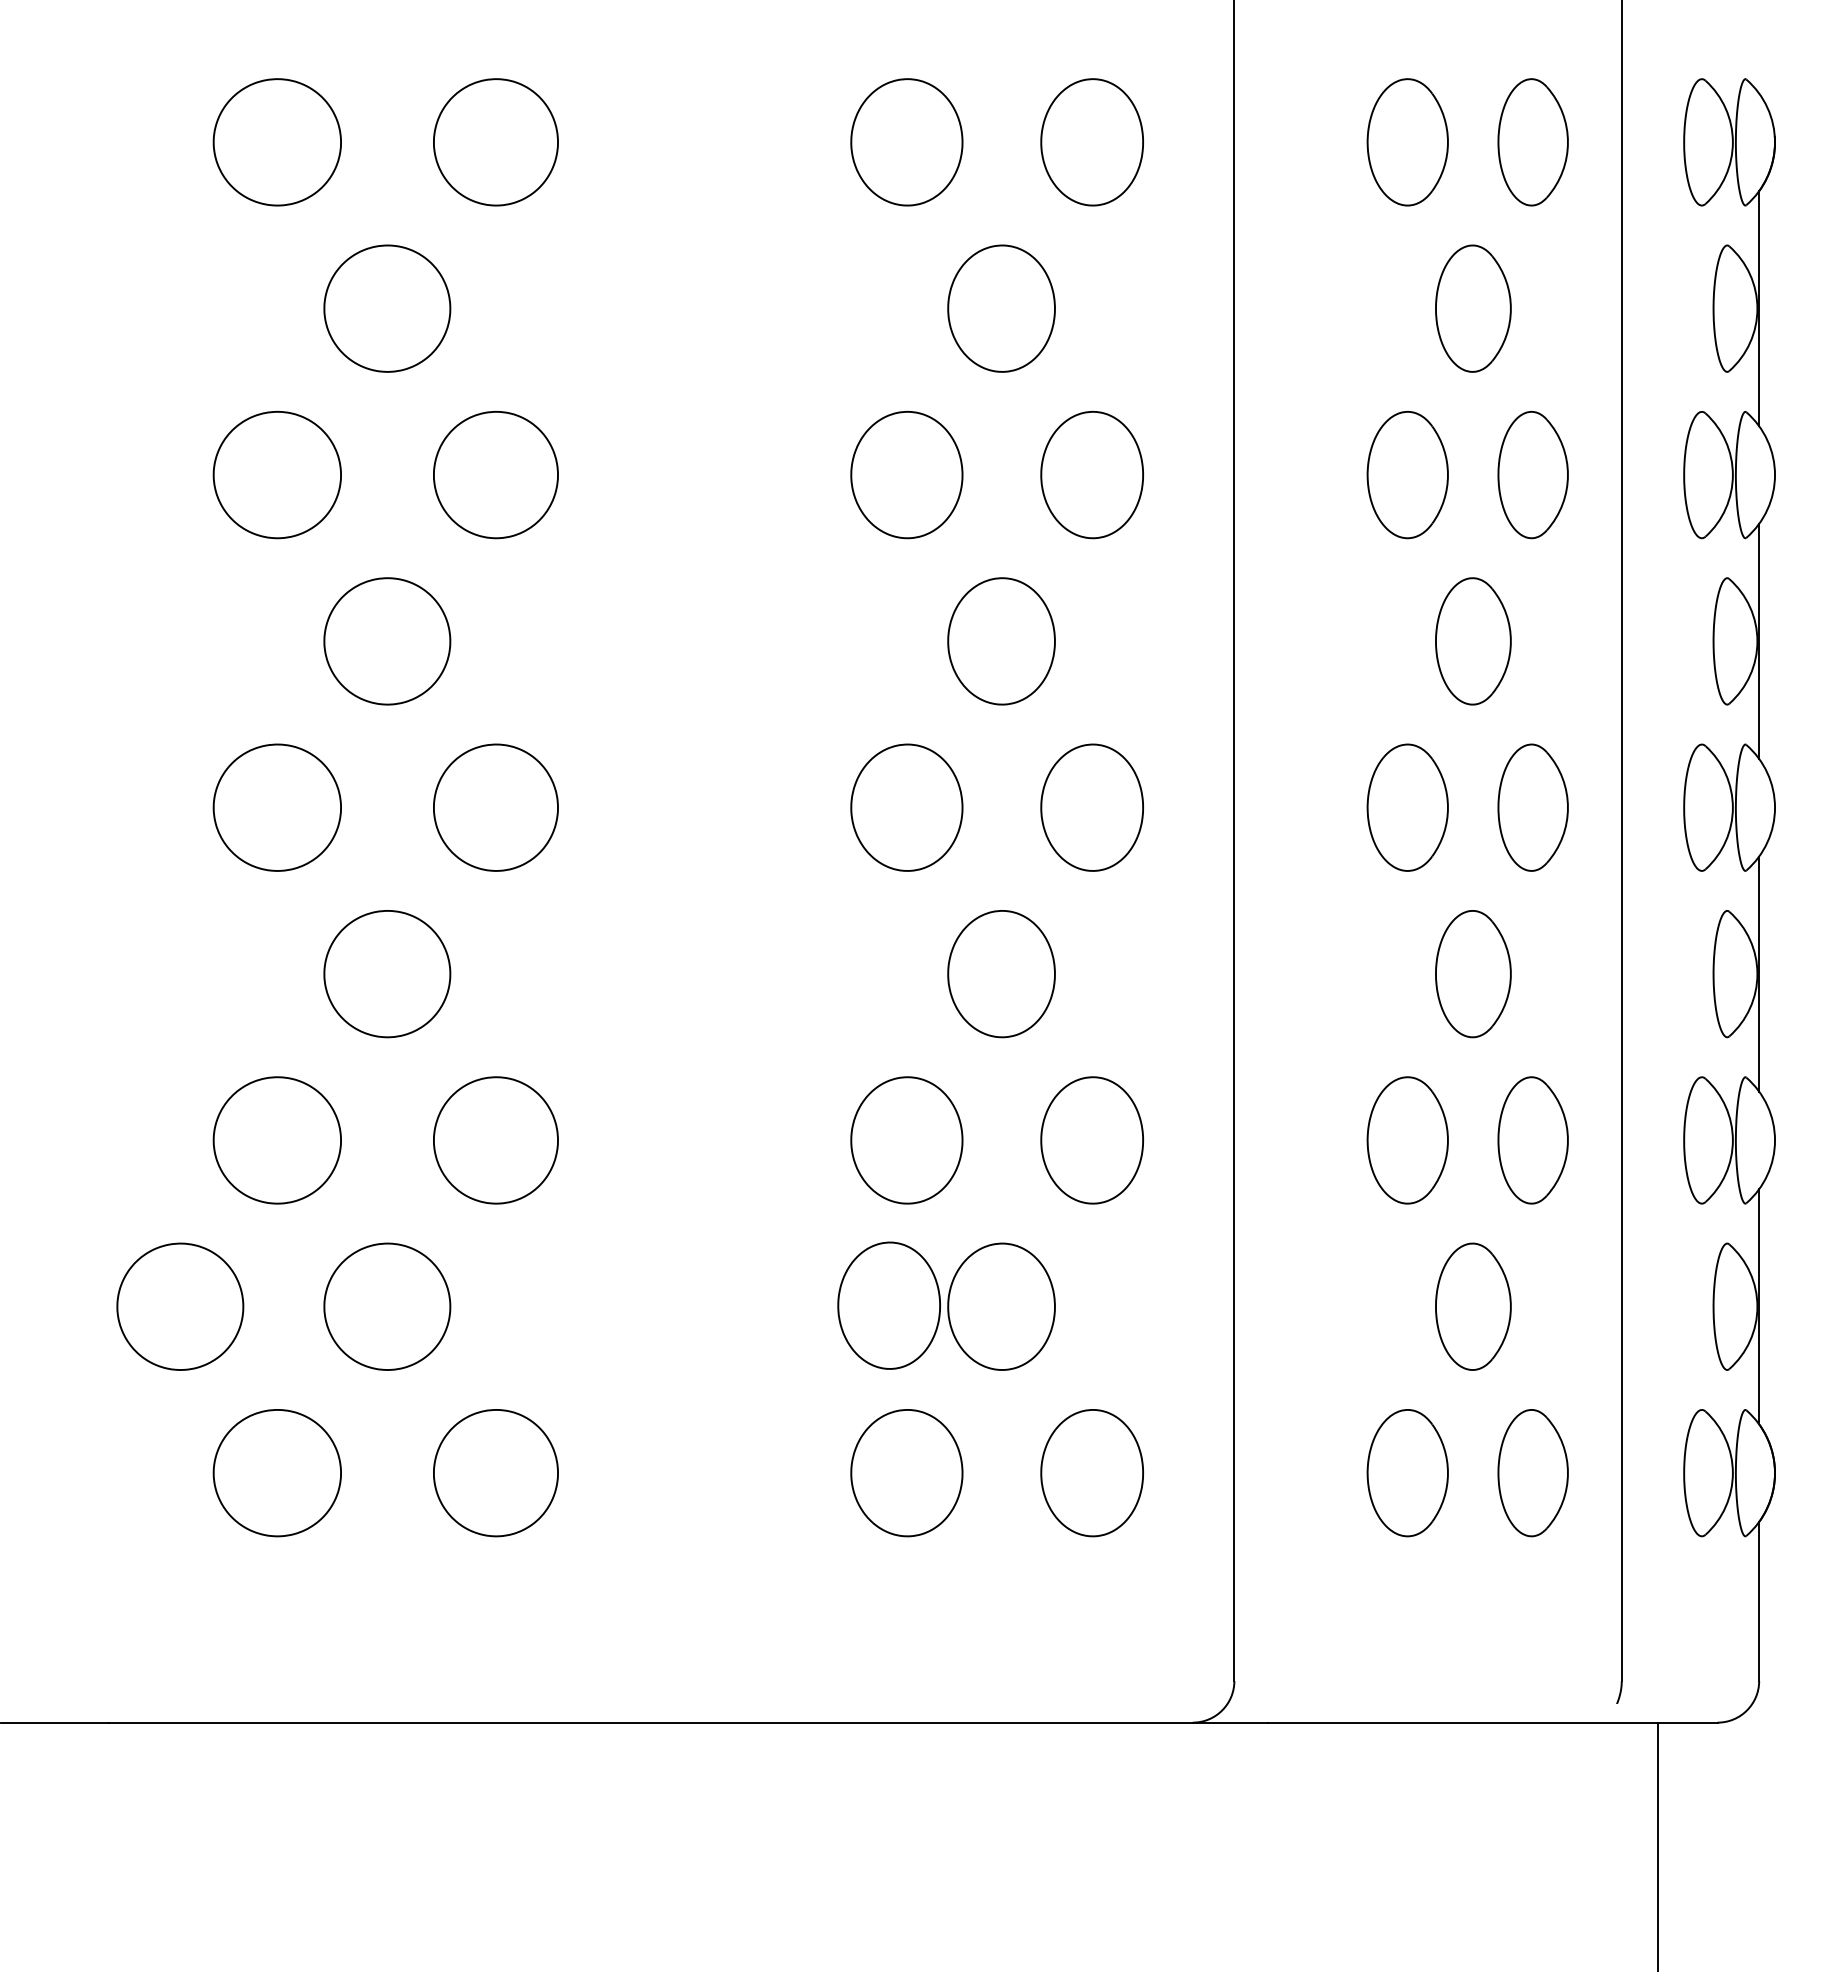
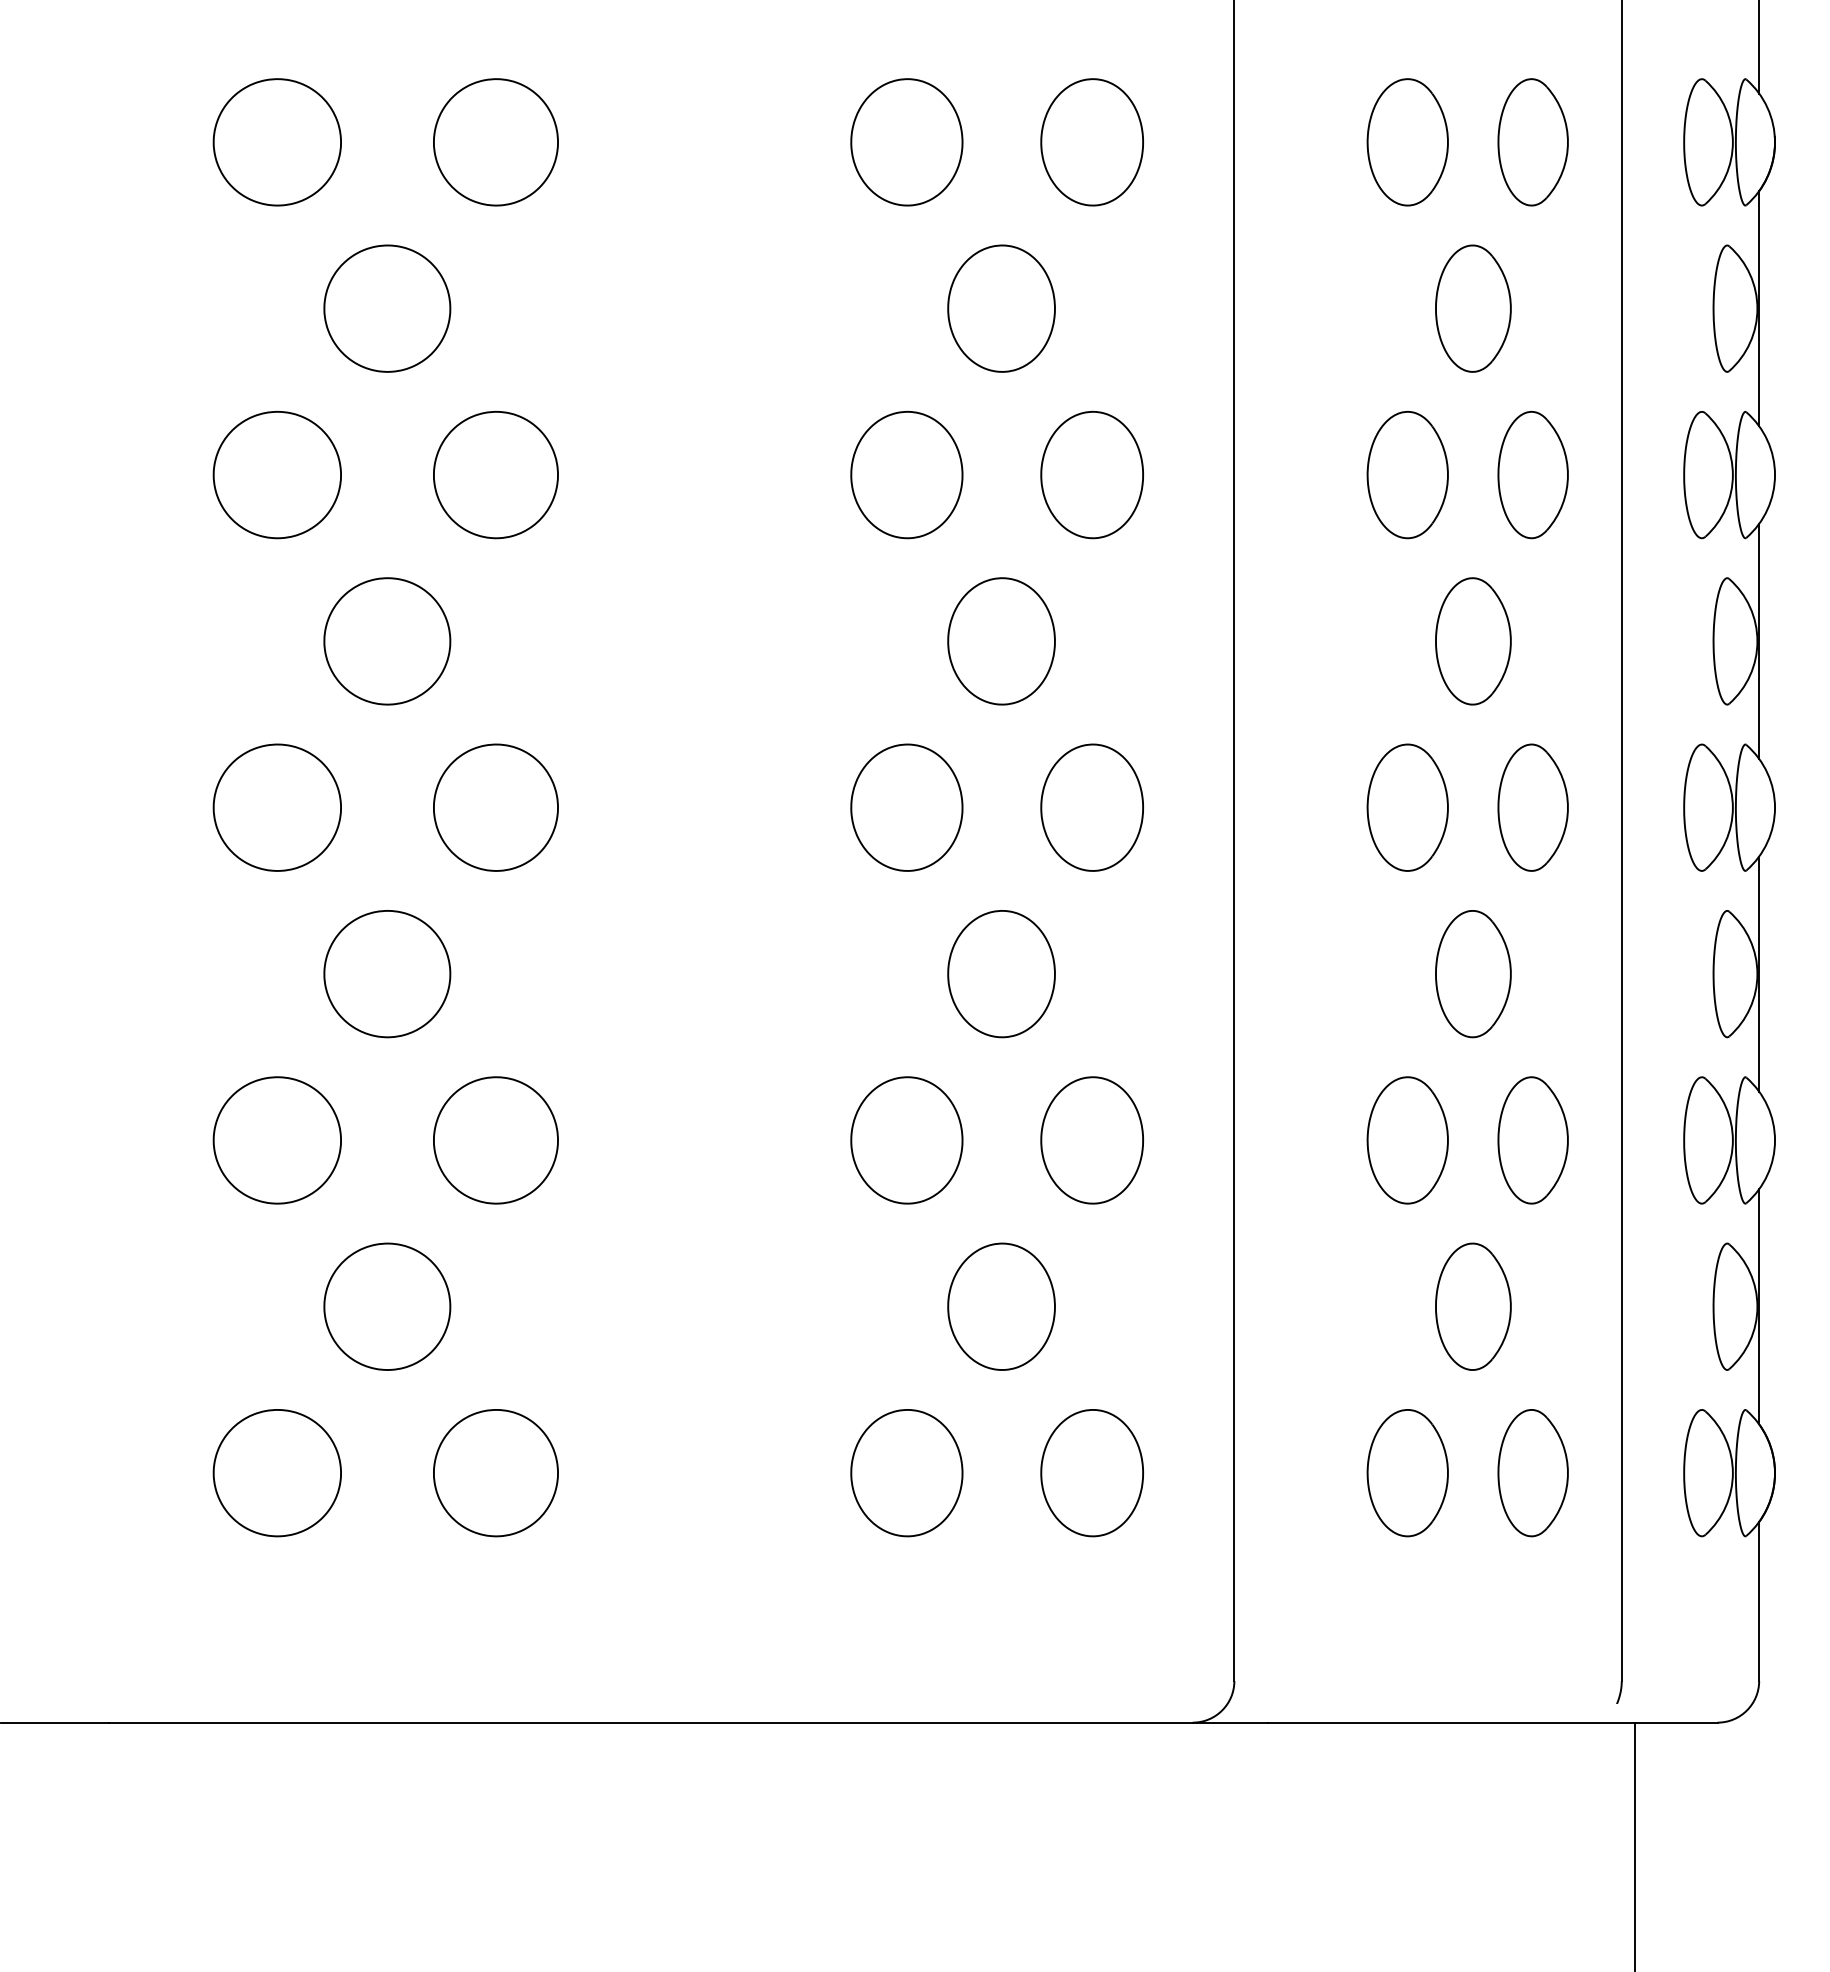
line at (1759, 47): none -> present
part at (888, 1305): present -> none
part at (180, 1306): present -> none
line at (1658, 1845) position: (1658, 1845) -> (1635, 1845)
